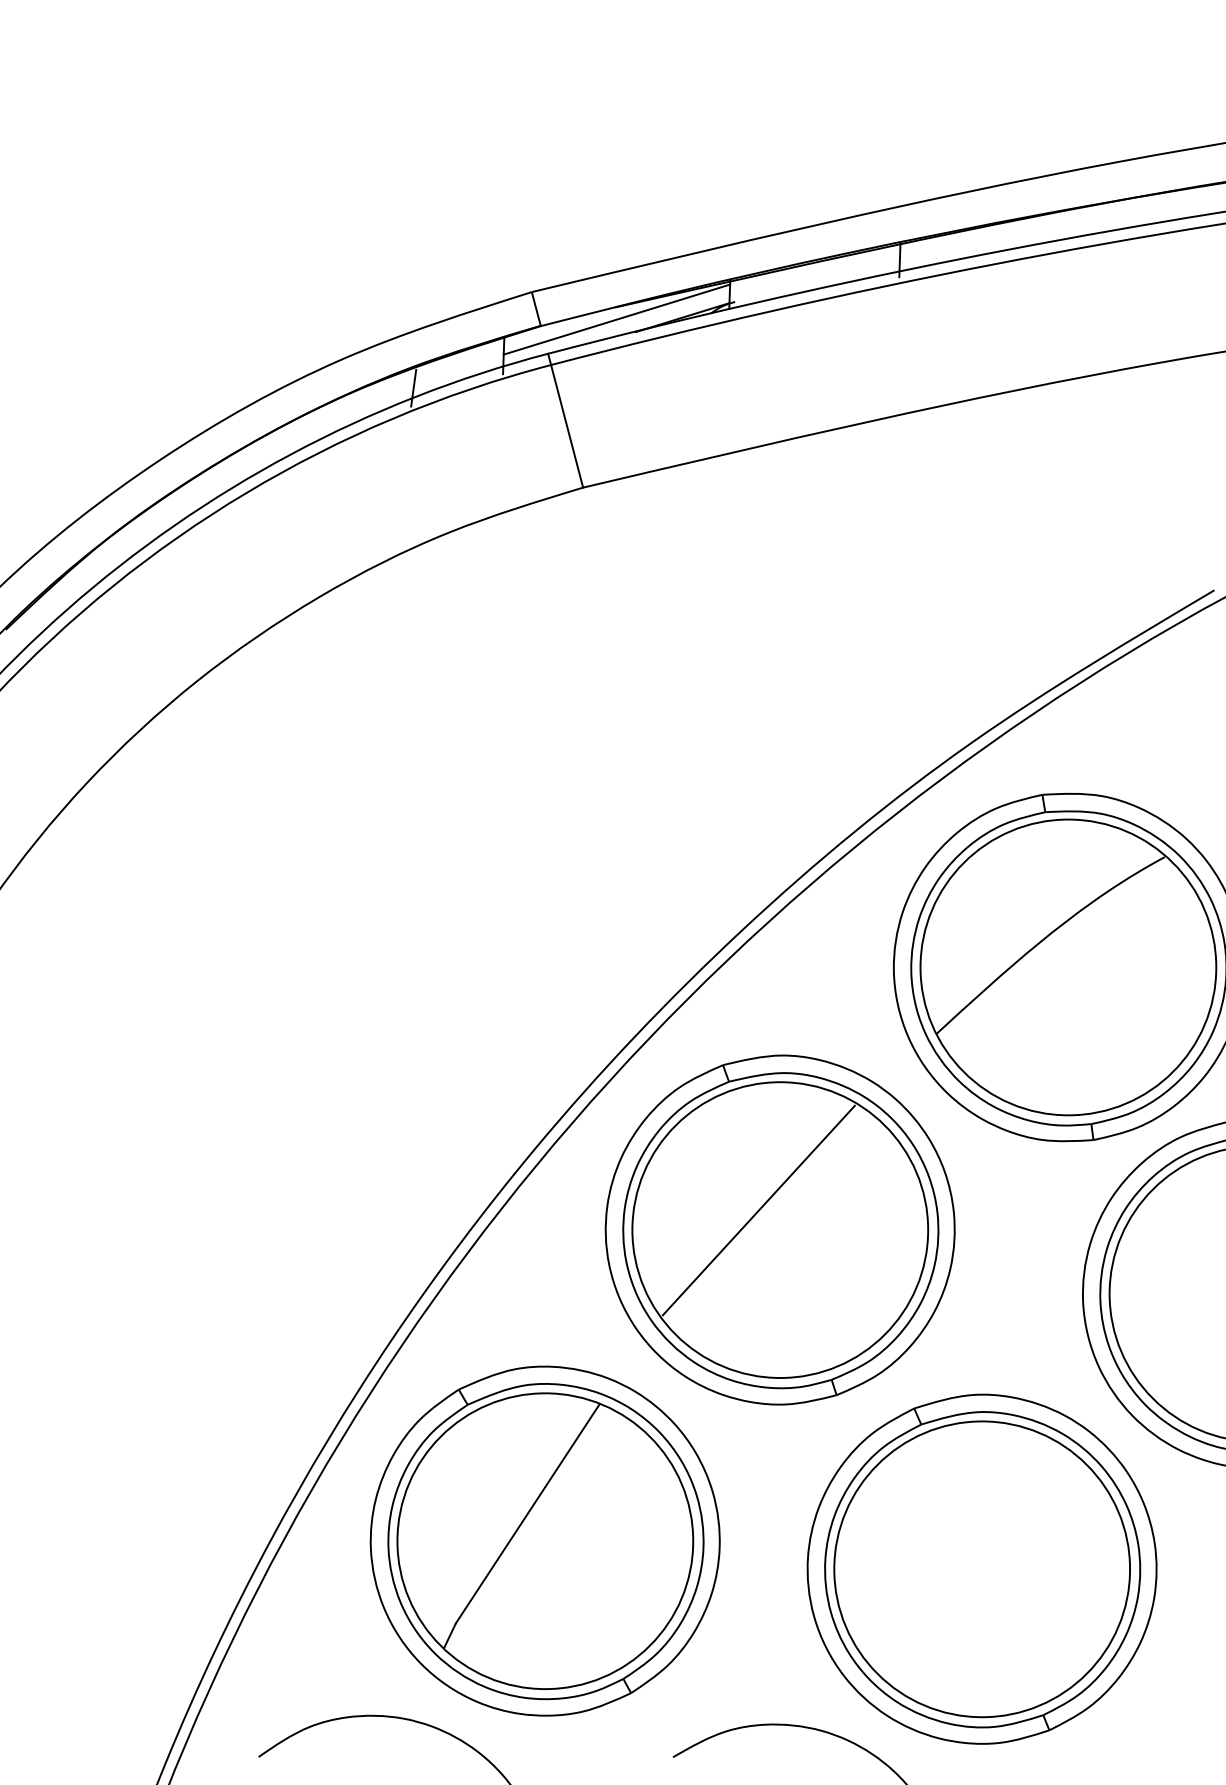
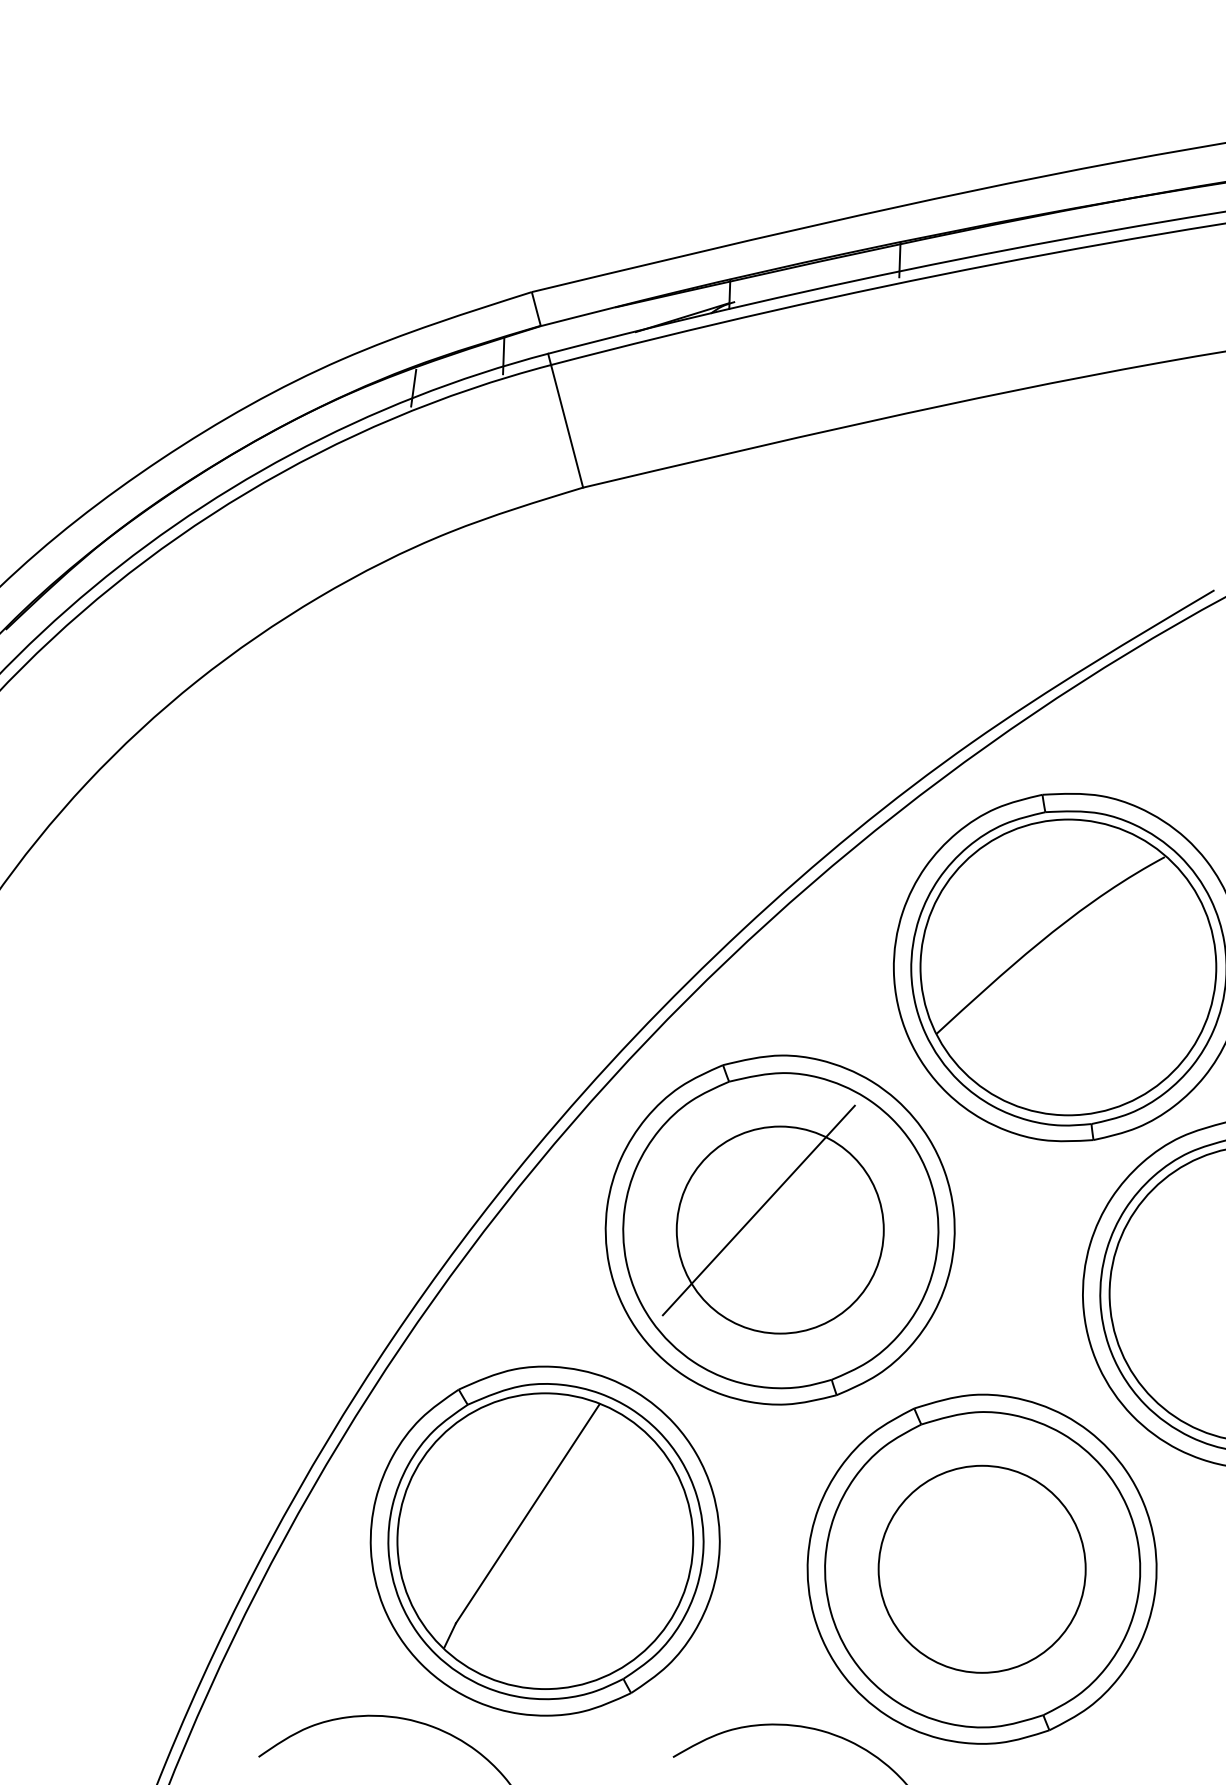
line at (616, 319): present -> none
circle at (780, 1229) diameter: 296 px -> 207 px
circle at (982, 1569) diameter: 296 px -> 207 px
